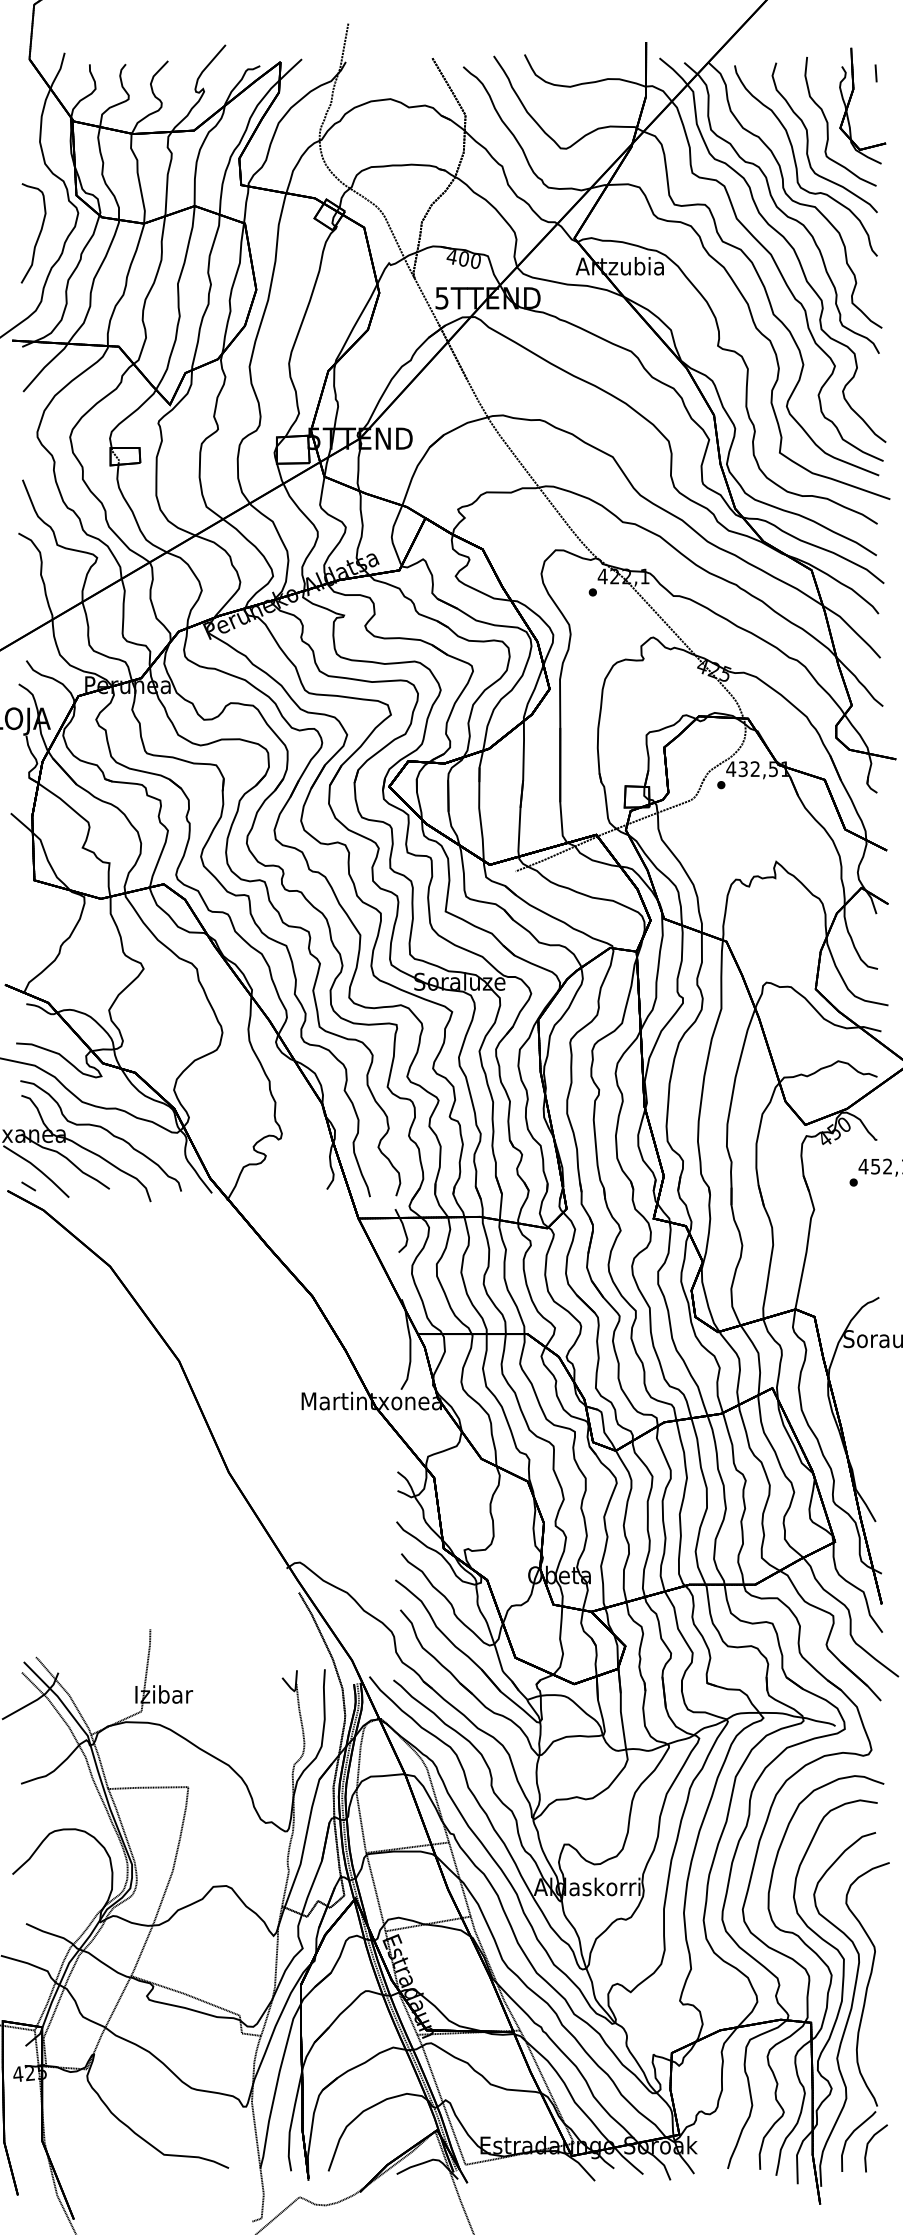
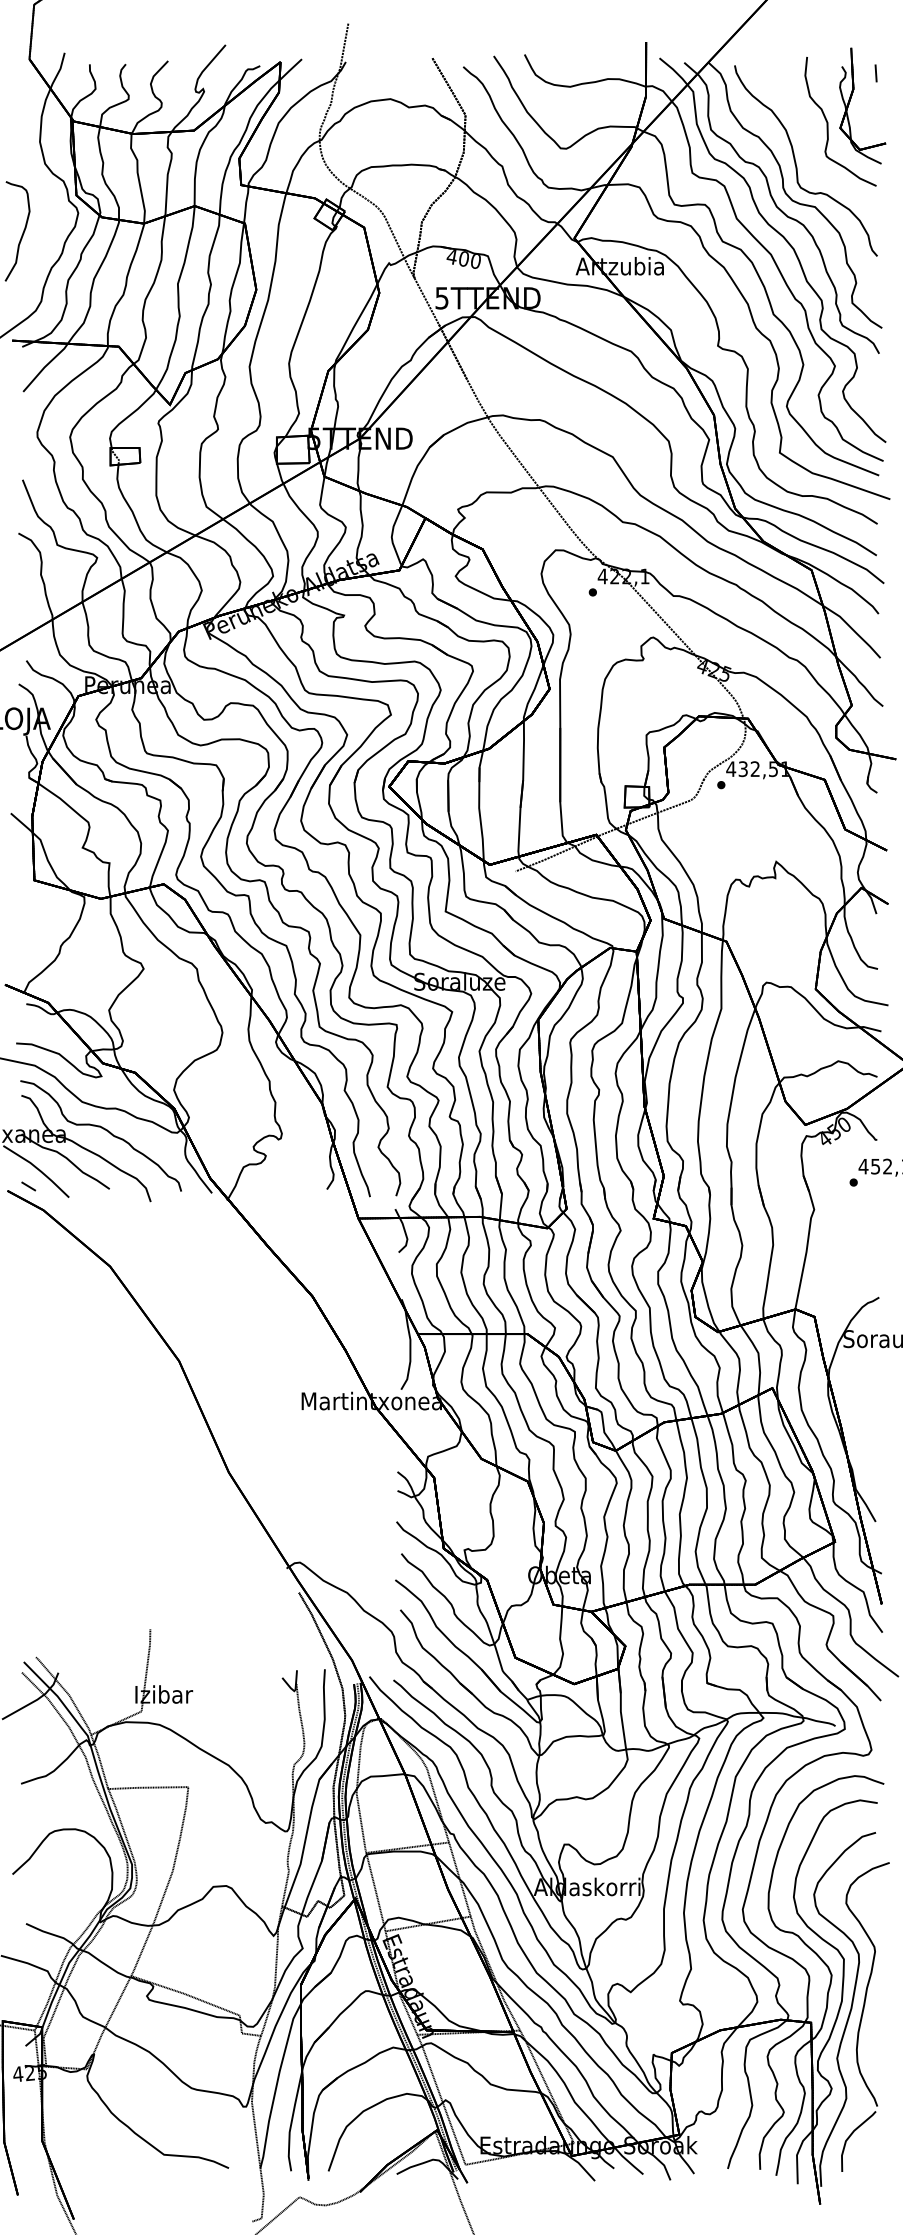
curve at (808, 137): present -> none
curve at (38, 234) position: (38, 234) -> (22, 232)
line at (868, 2145): present -> none
